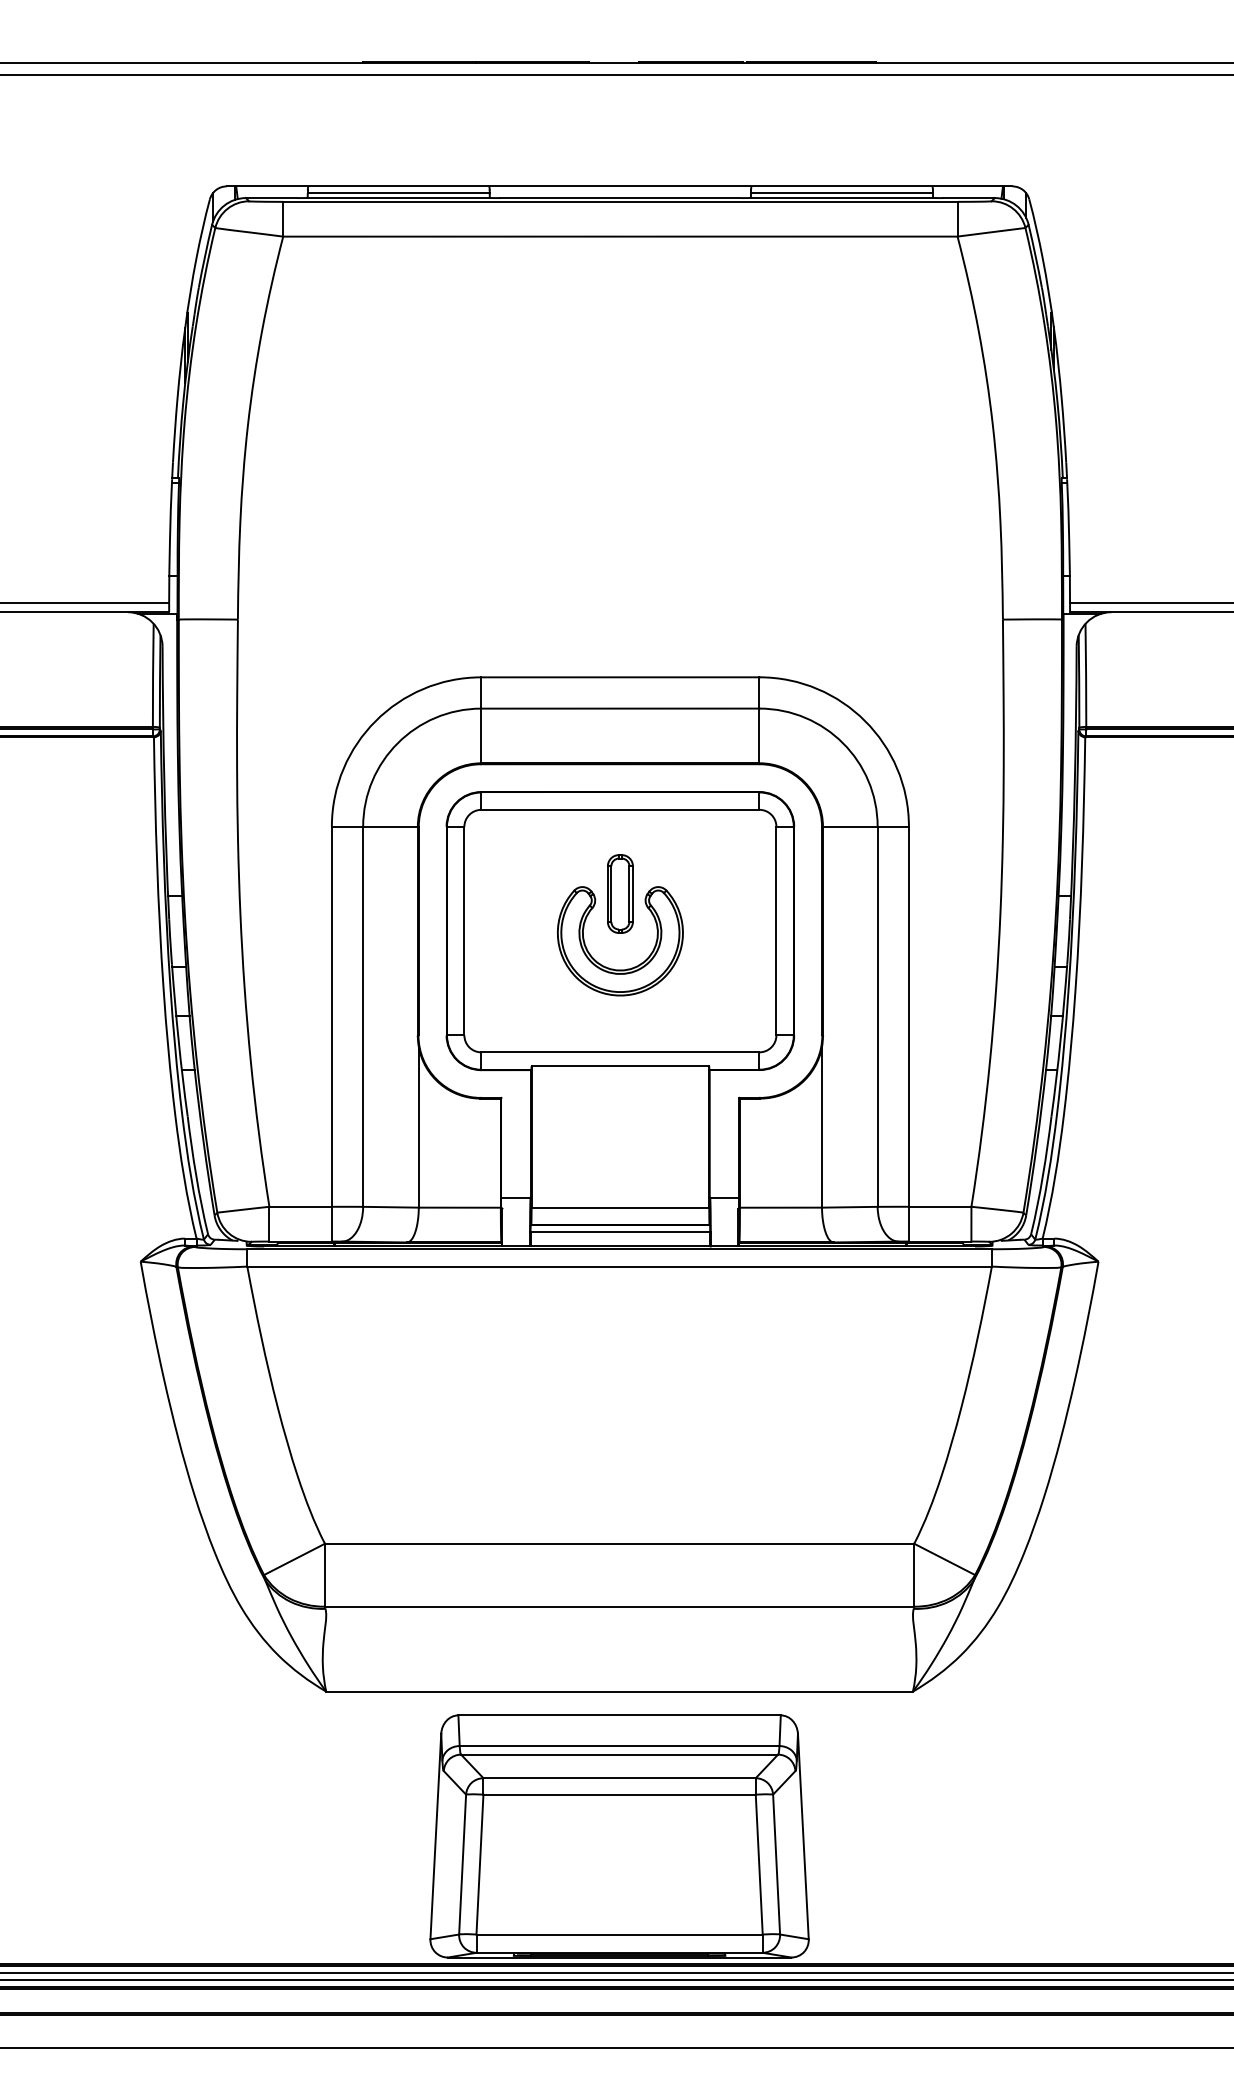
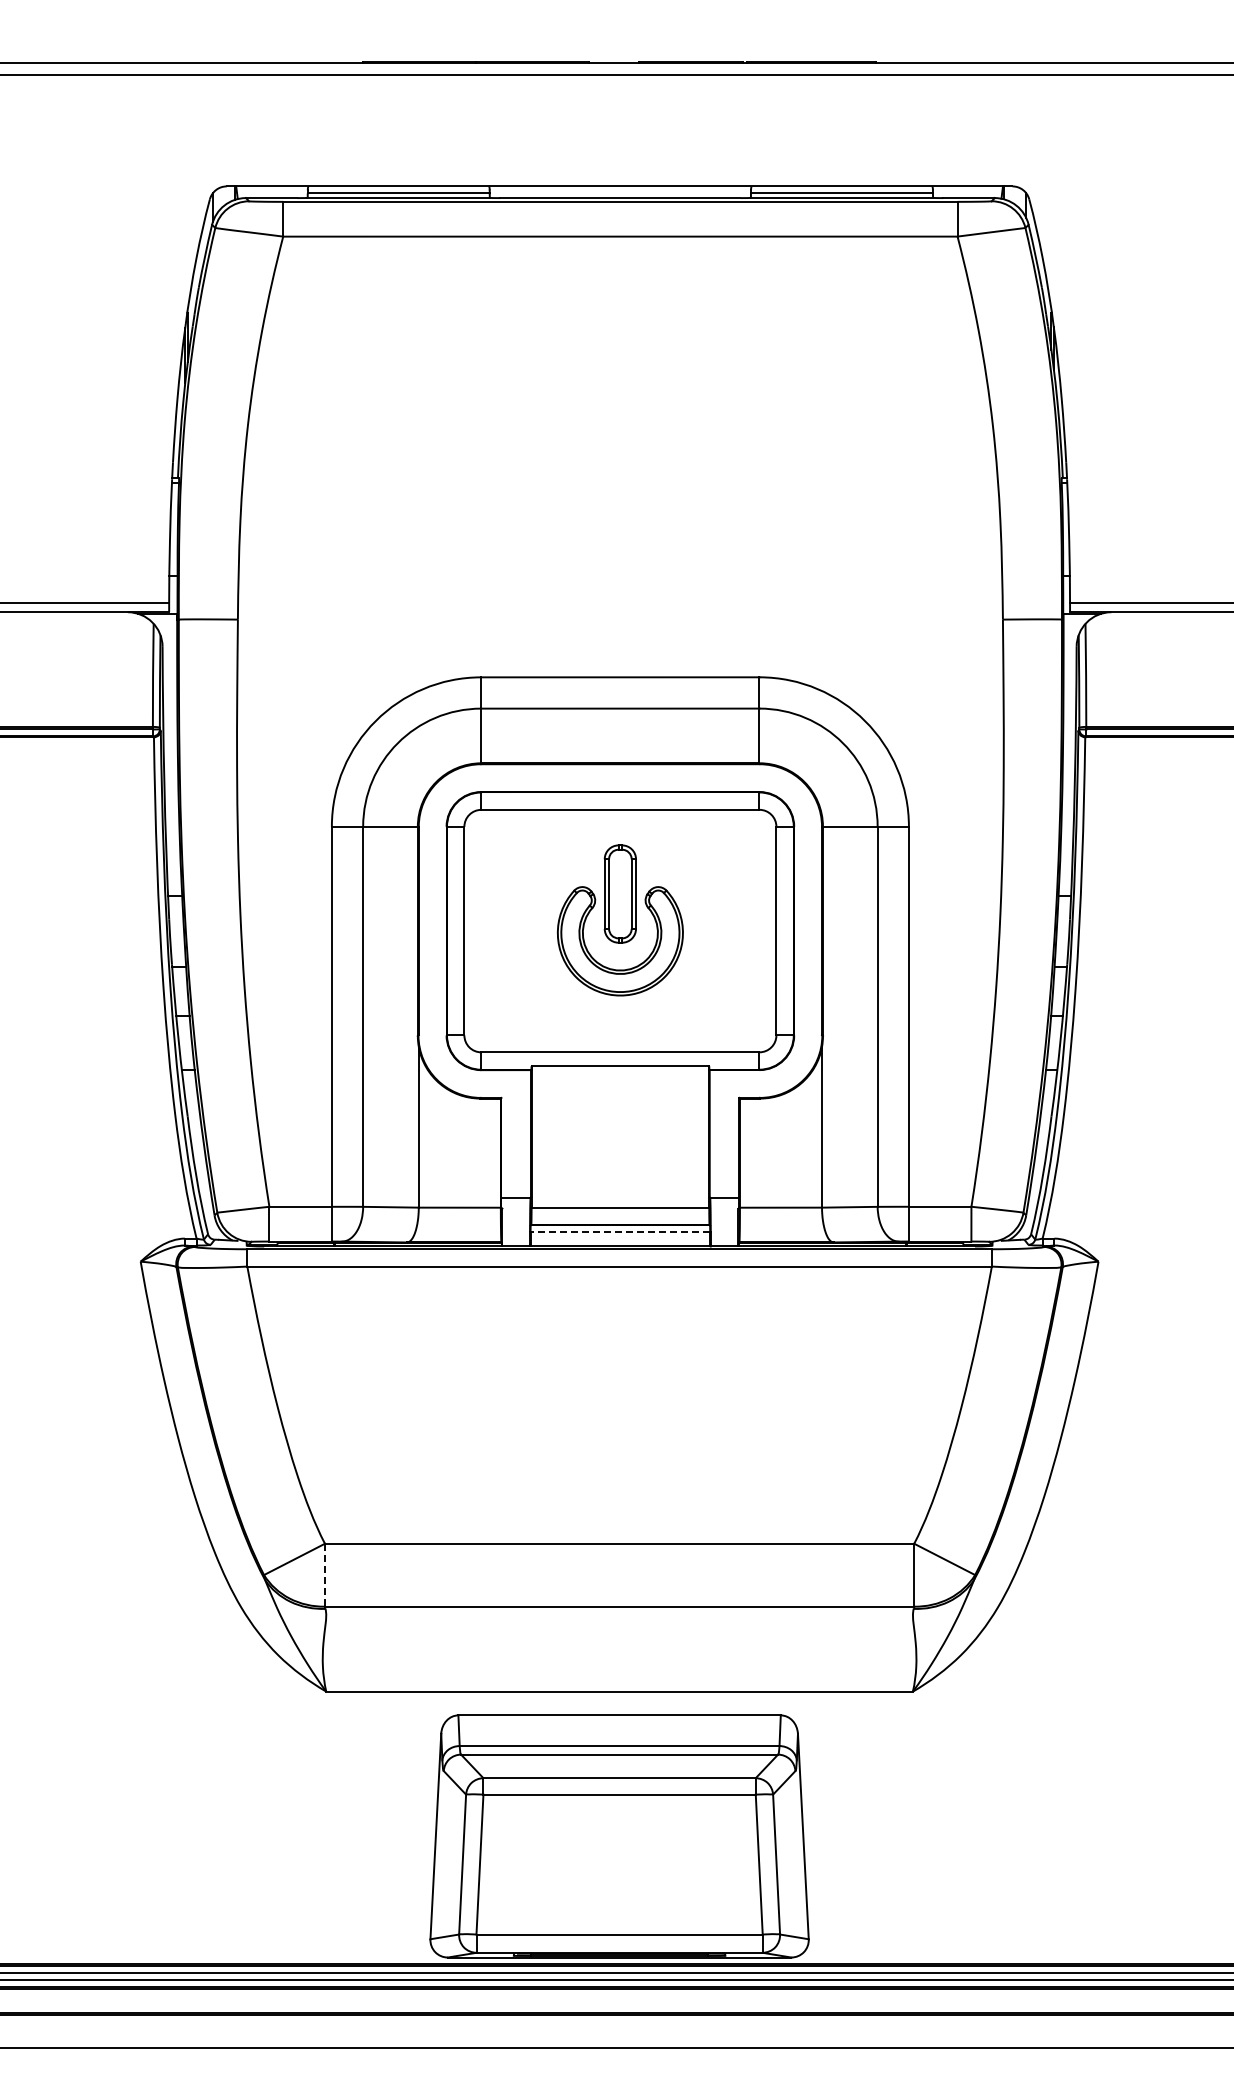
part at (620, 893) size: 27x80 px -> 34x100 px
line at (620, 1232): solid -> dashed
line at (324, 1575): solid -> dashed
